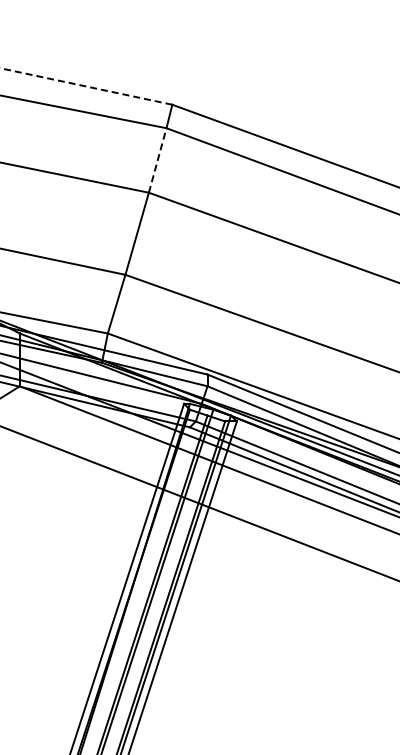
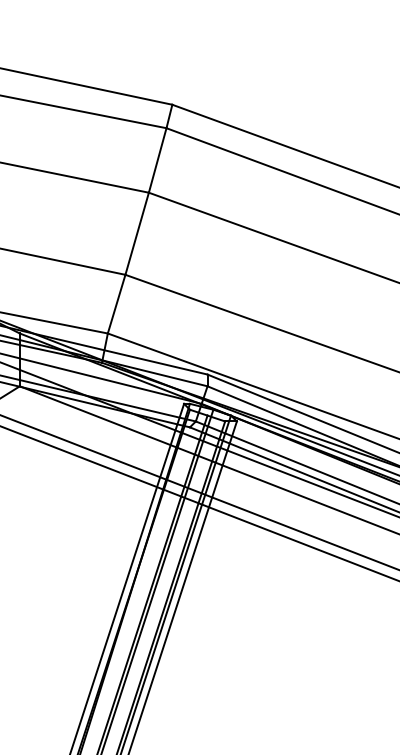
line at (86, 86): dashed -> solid
line at (157, 159): dashed -> solid
line at (199, 492): none -> present
